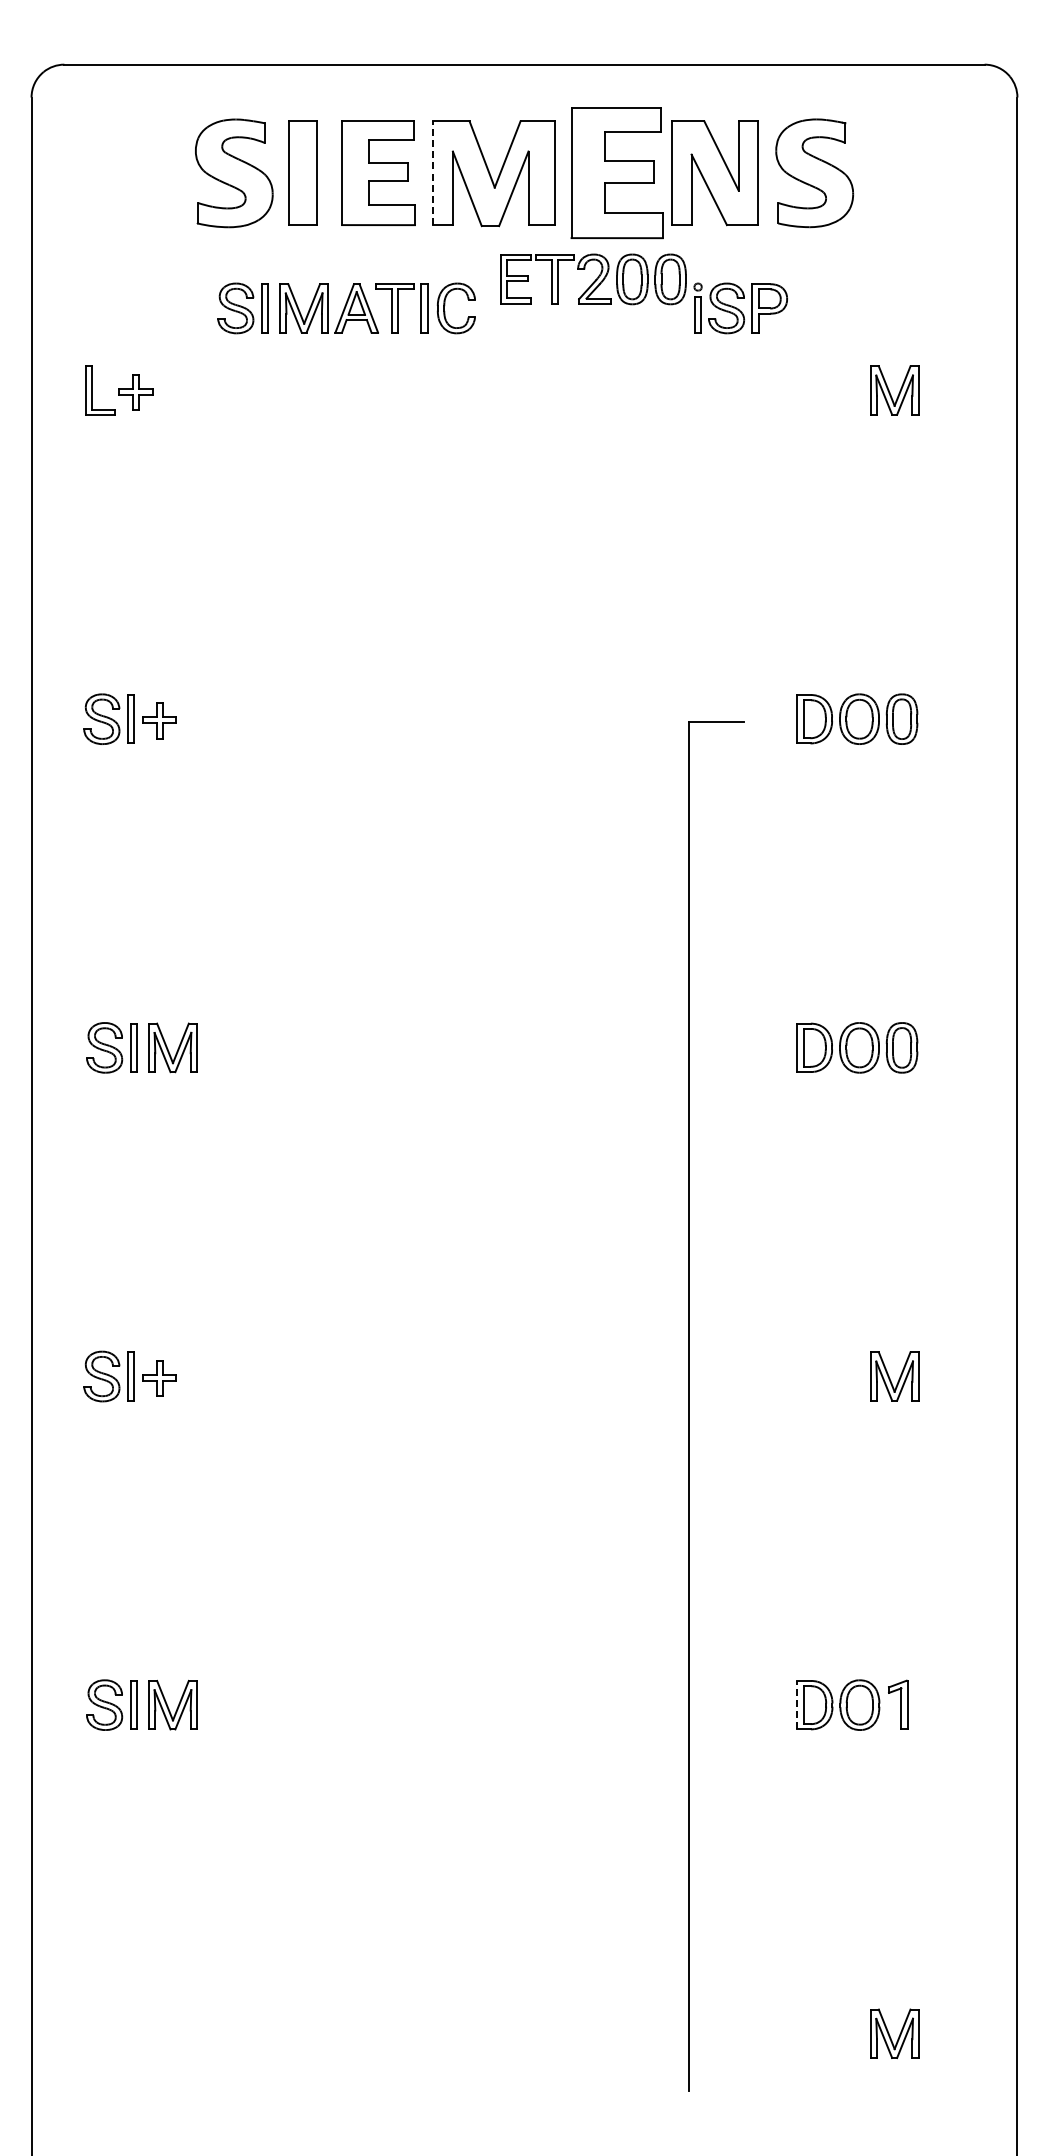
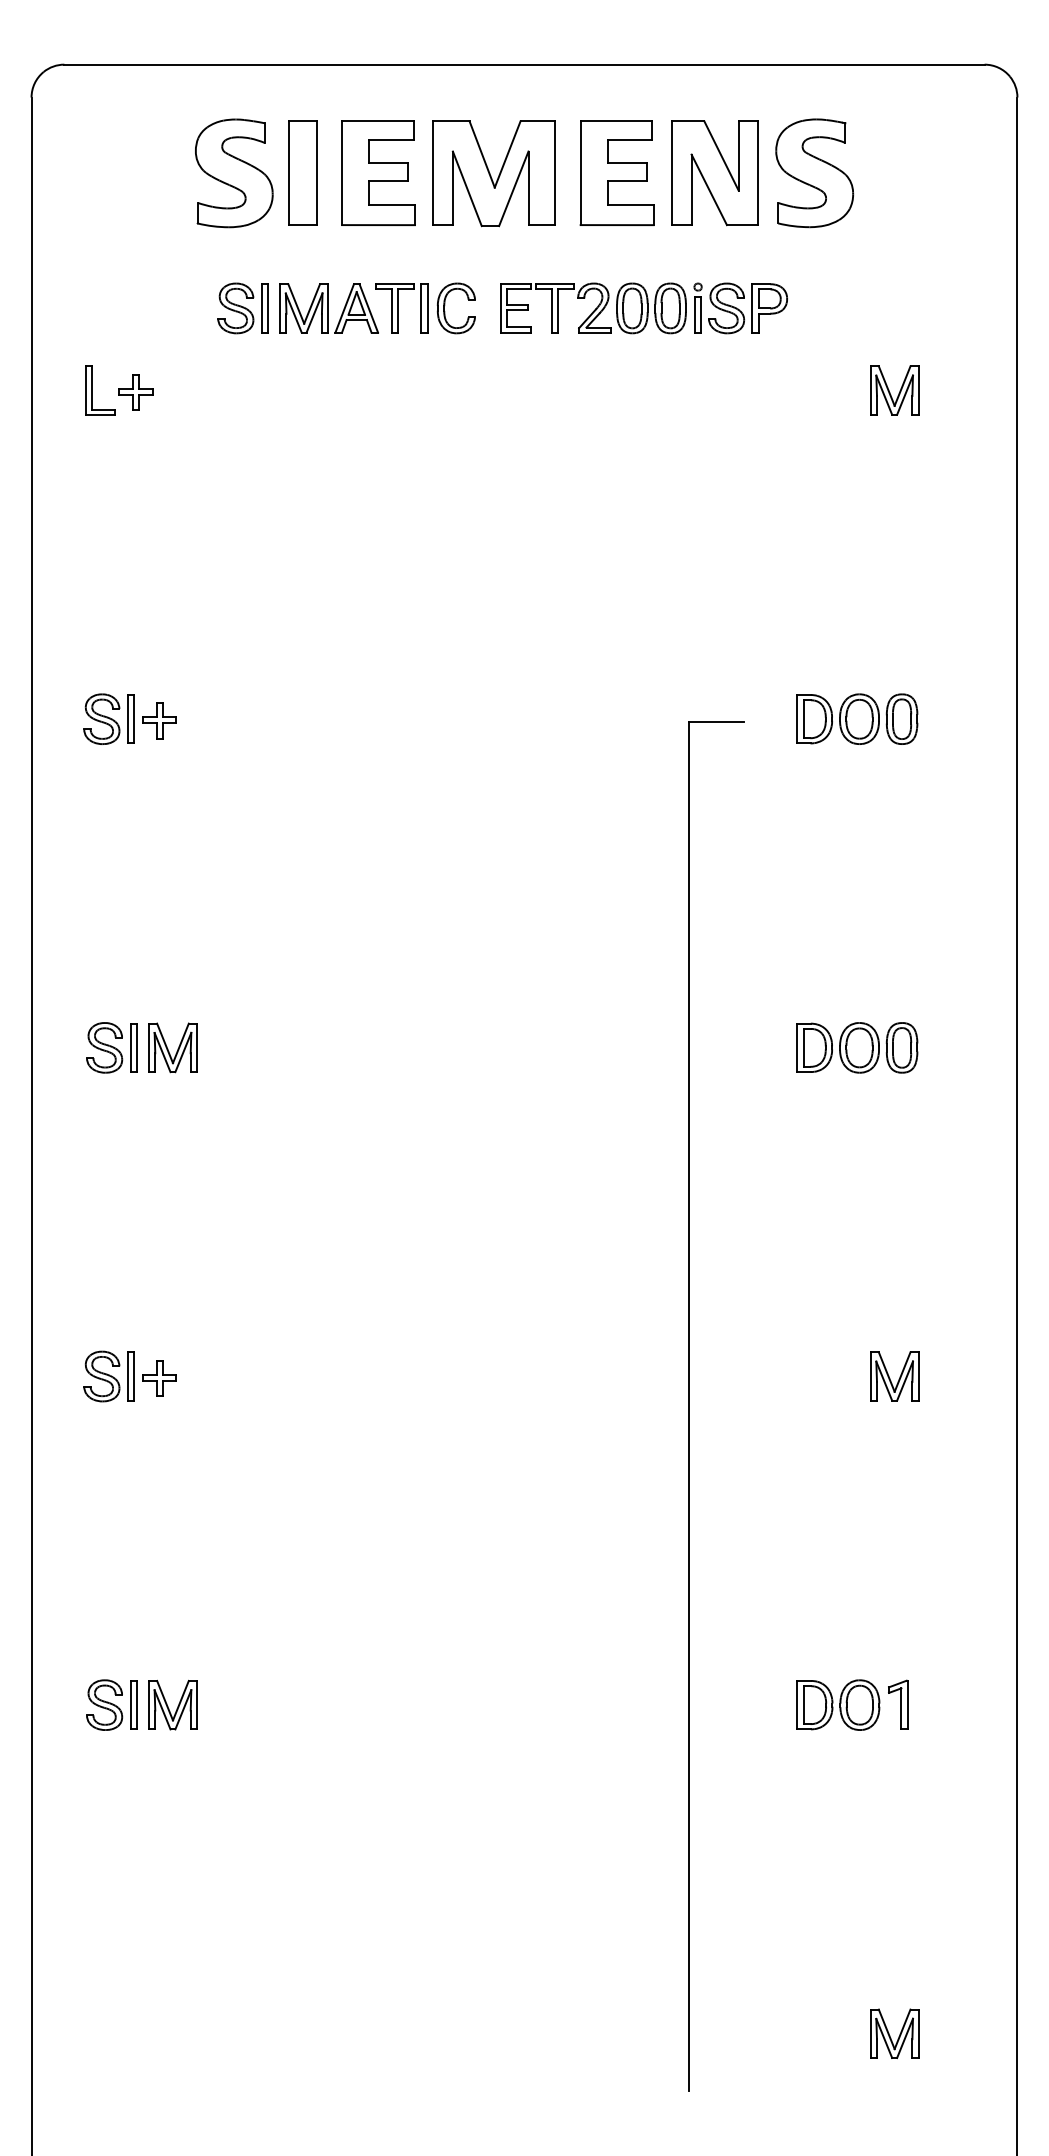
line at (433, 173): dashed -> solid
part at (616, 173) size: 94x133 px -> 76x106 px
part at (593, 279) position: (593, 279) -> (593, 308)
line at (797, 1704): dashed -> solid
